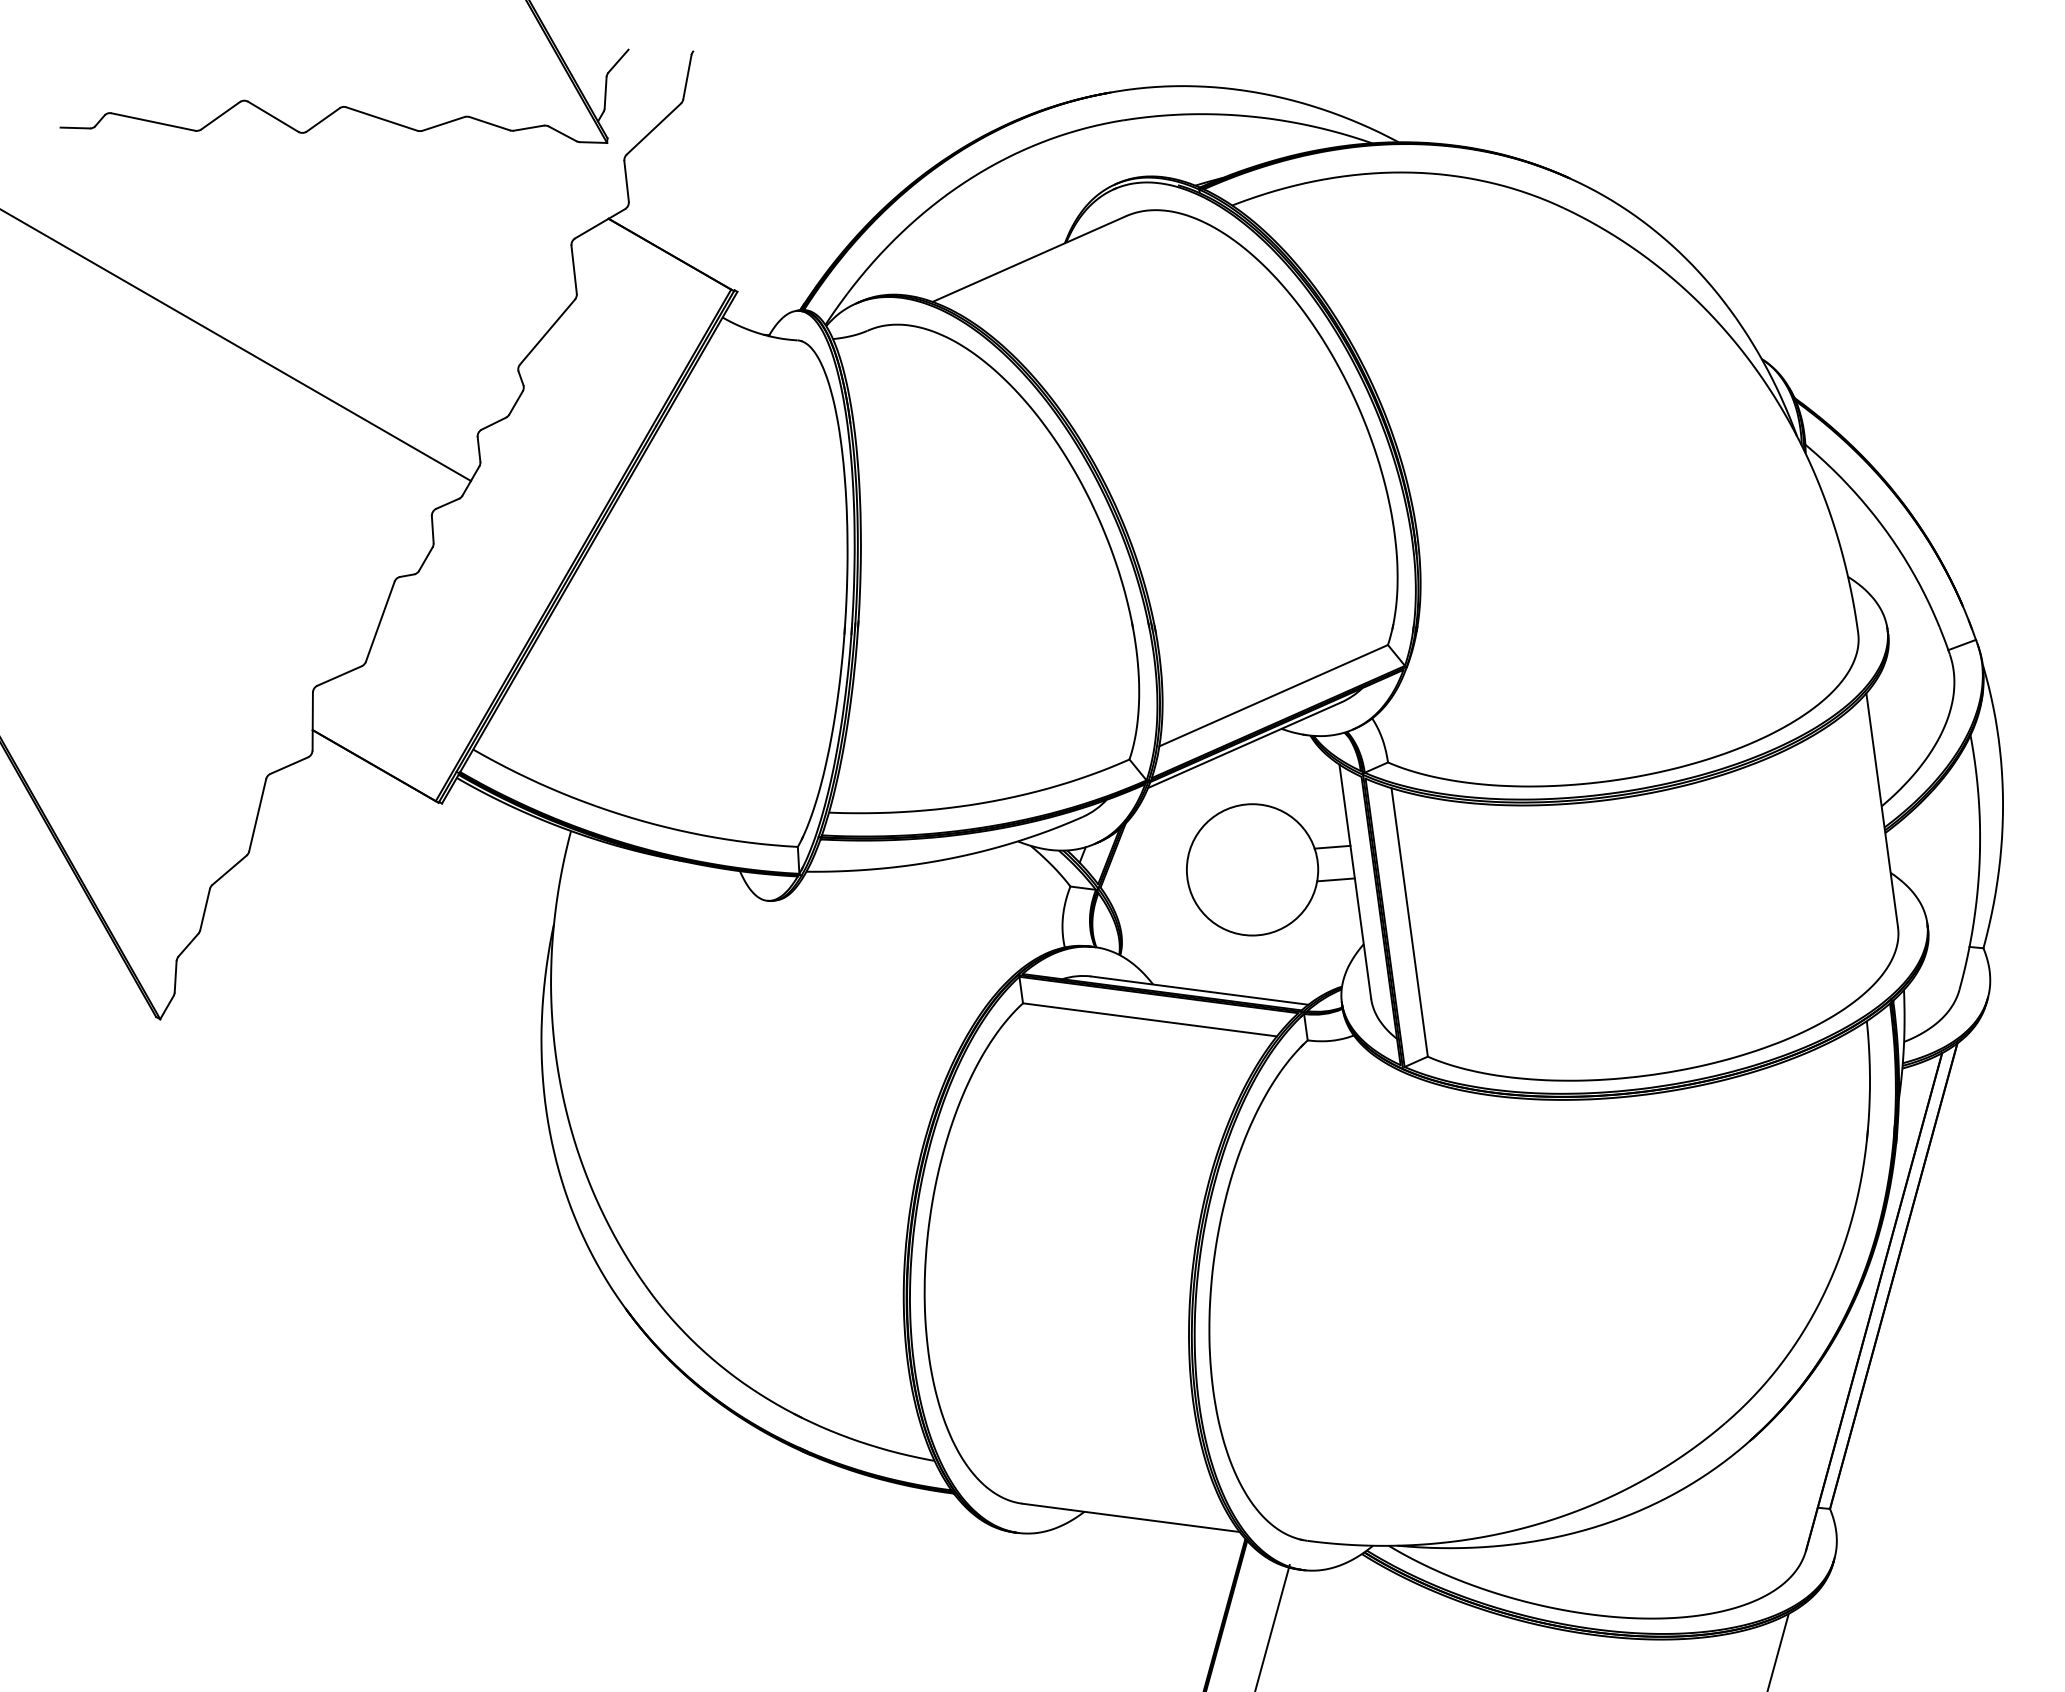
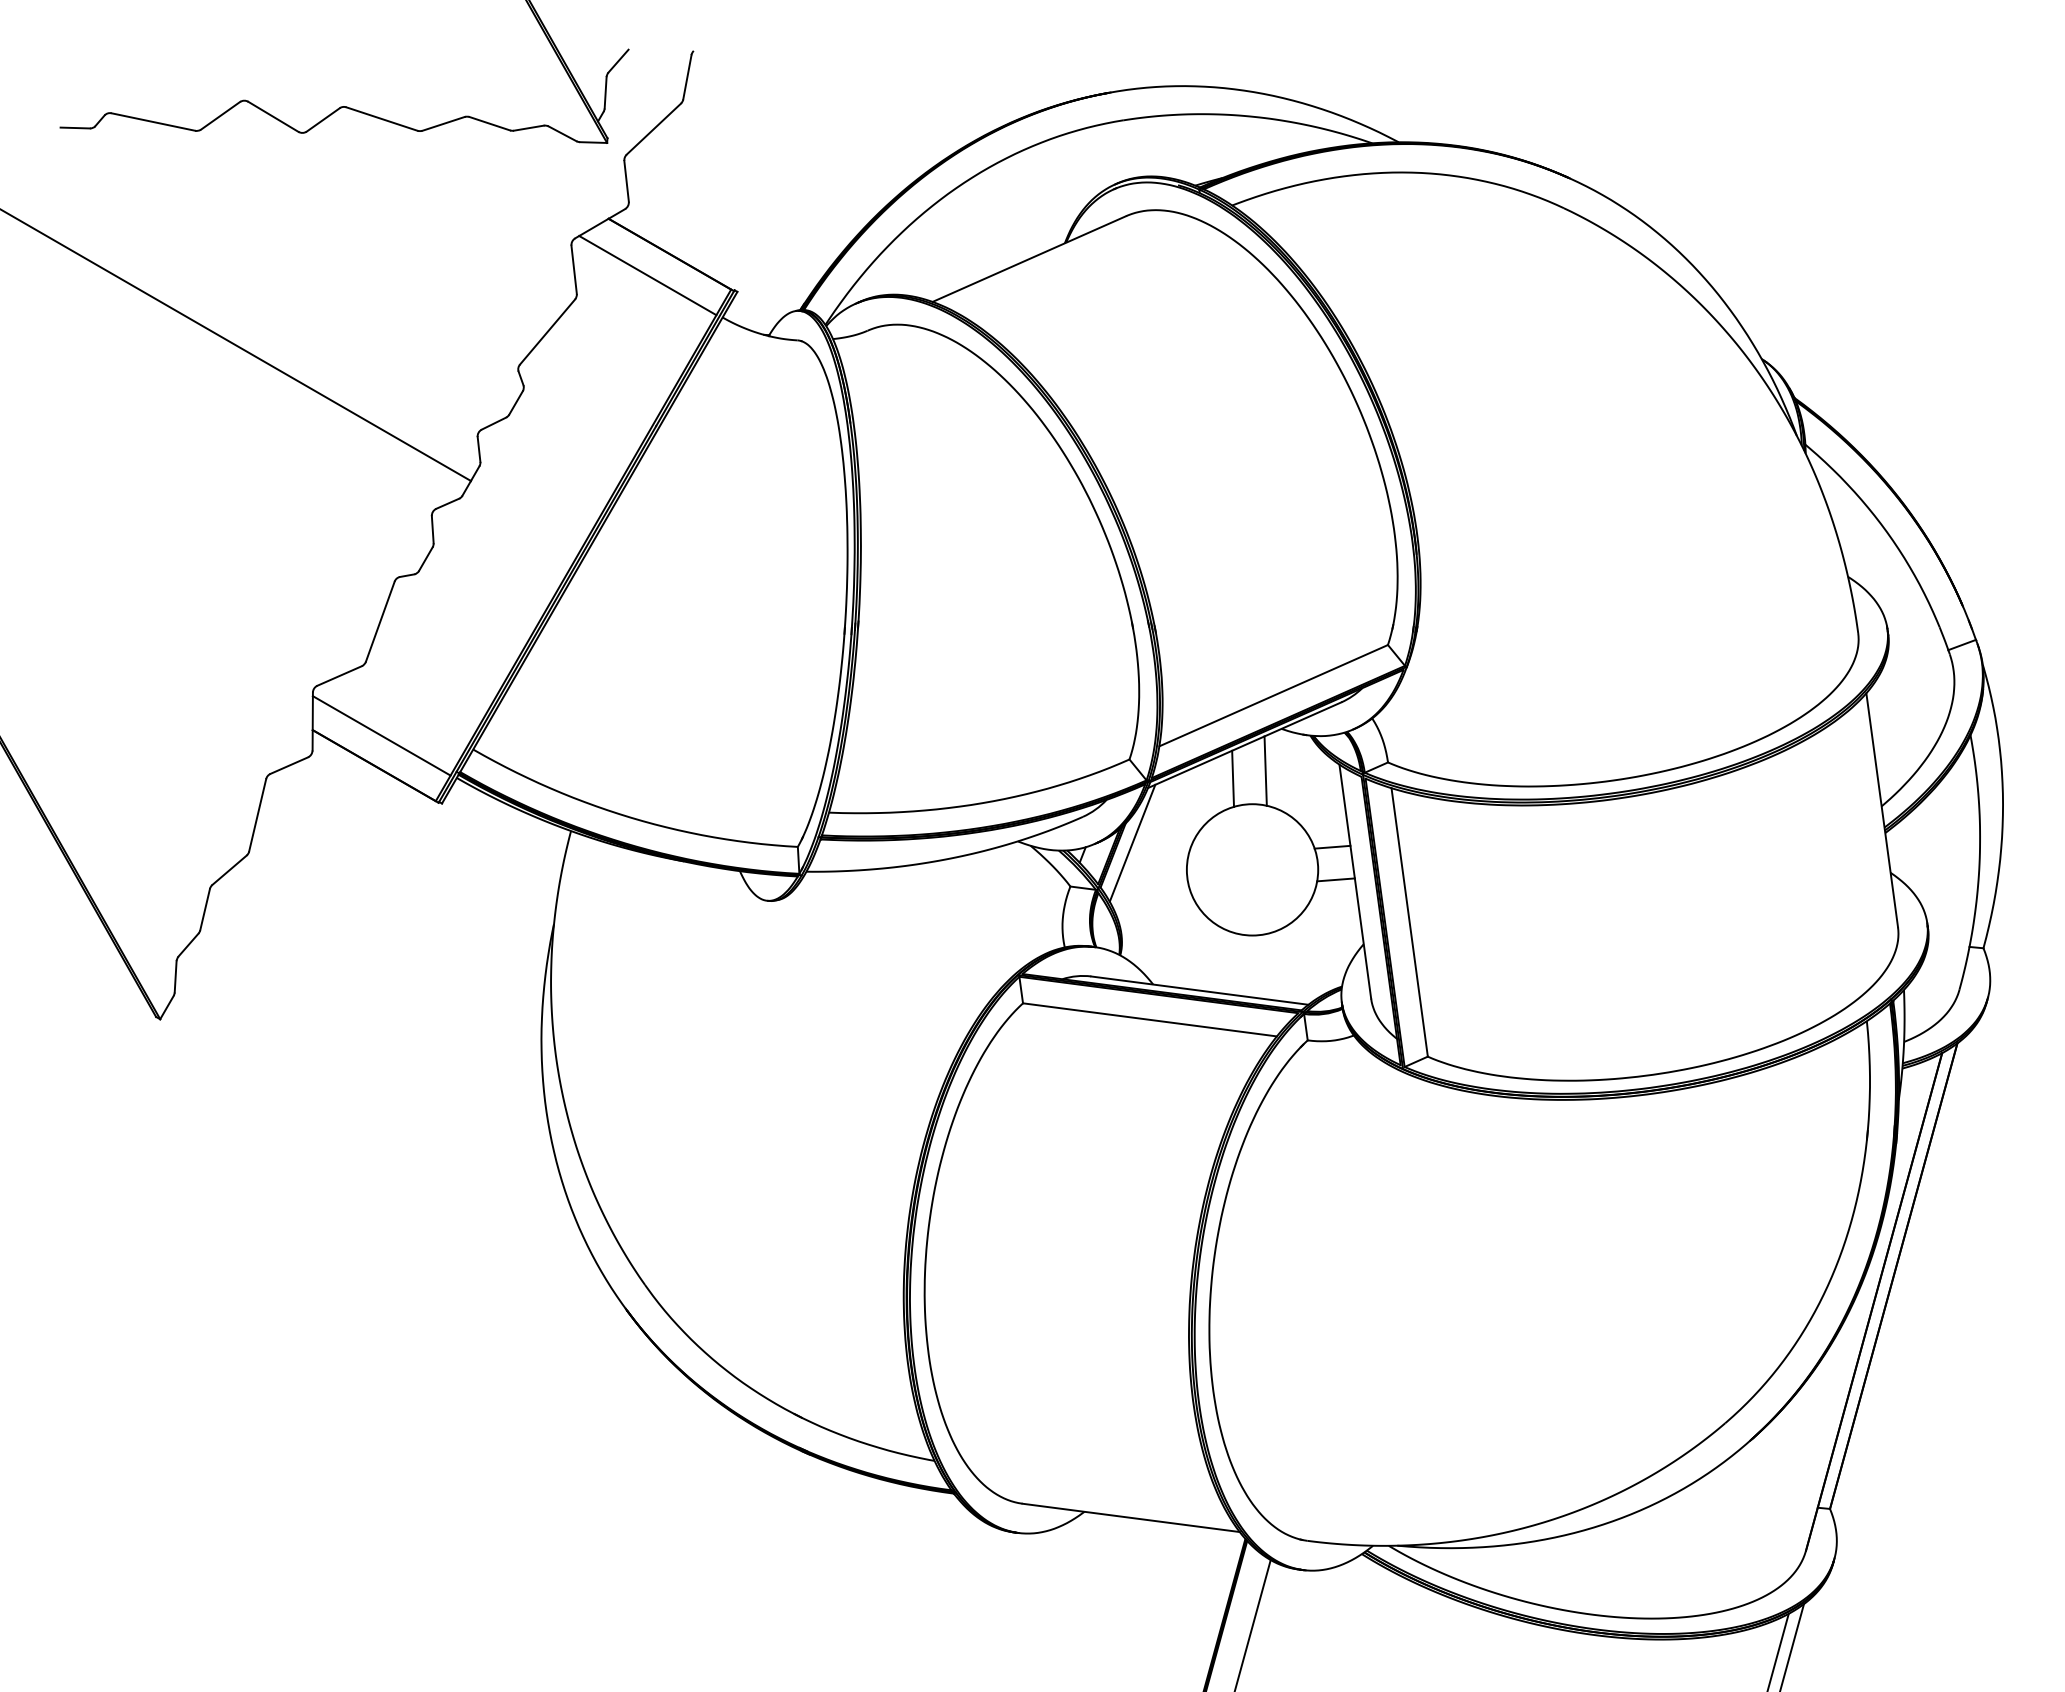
line at (647, 275): none -> present
line at (381, 735): none -> present
line at (1265, 770): none -> present
line at (1233, 778): none -> present
line at (1132, 842): none -> present
line at (1272, 1626) position: (1272, 1626) -> (1252, 1624)
line at (1791, 1646): none -> present
